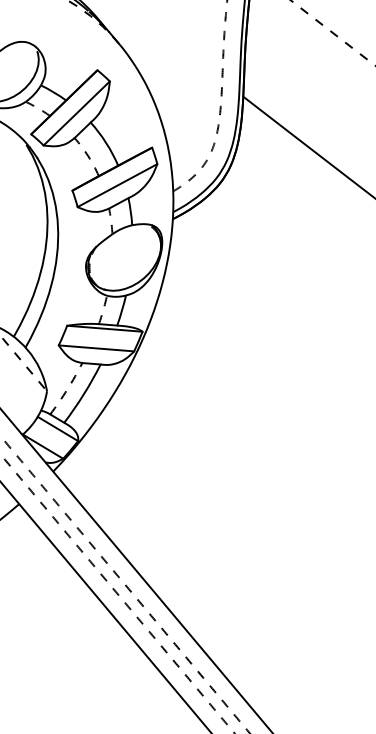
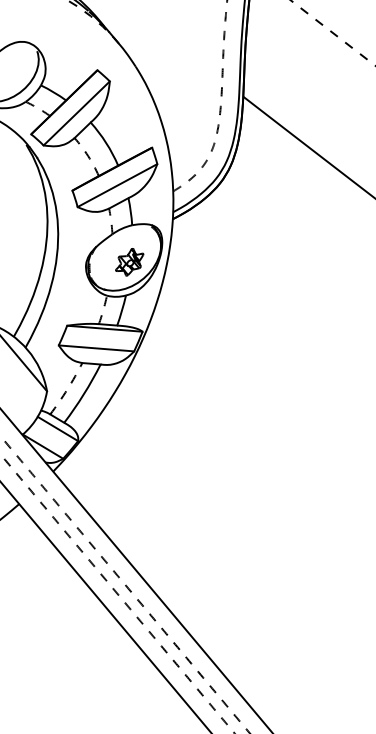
part at (129, 262): none -> present
line at (23, 363): dashed -> solid
